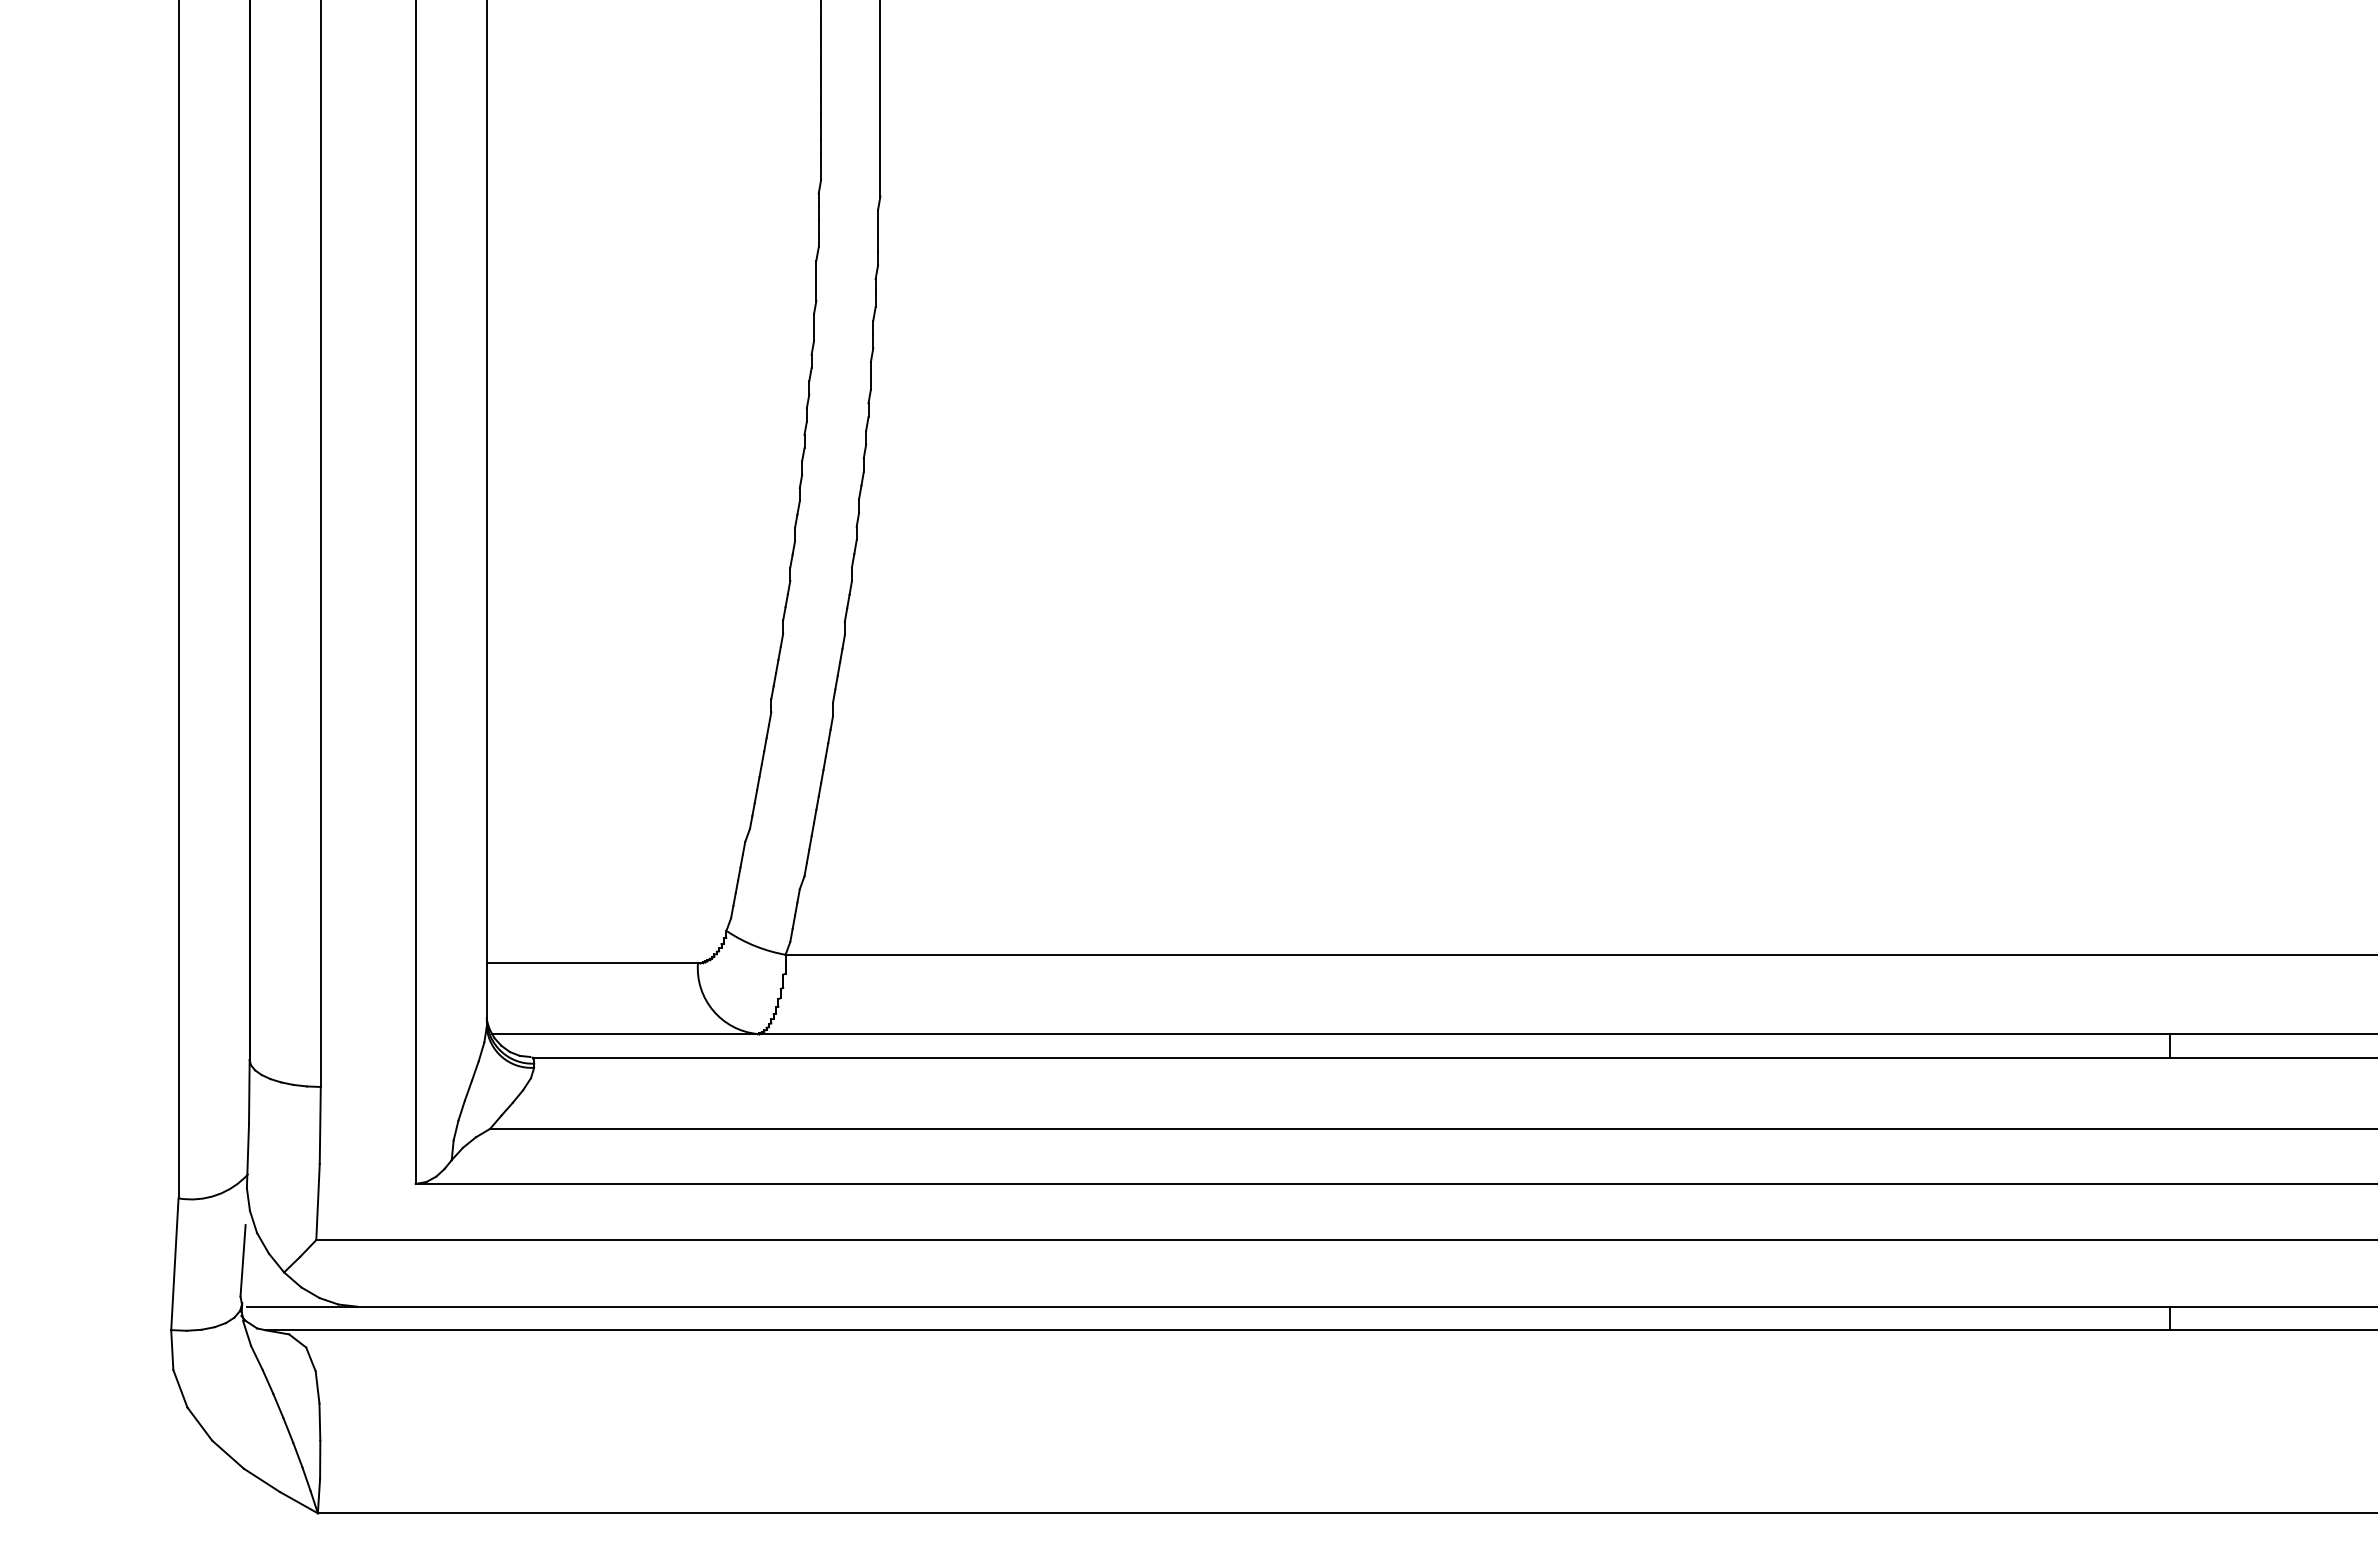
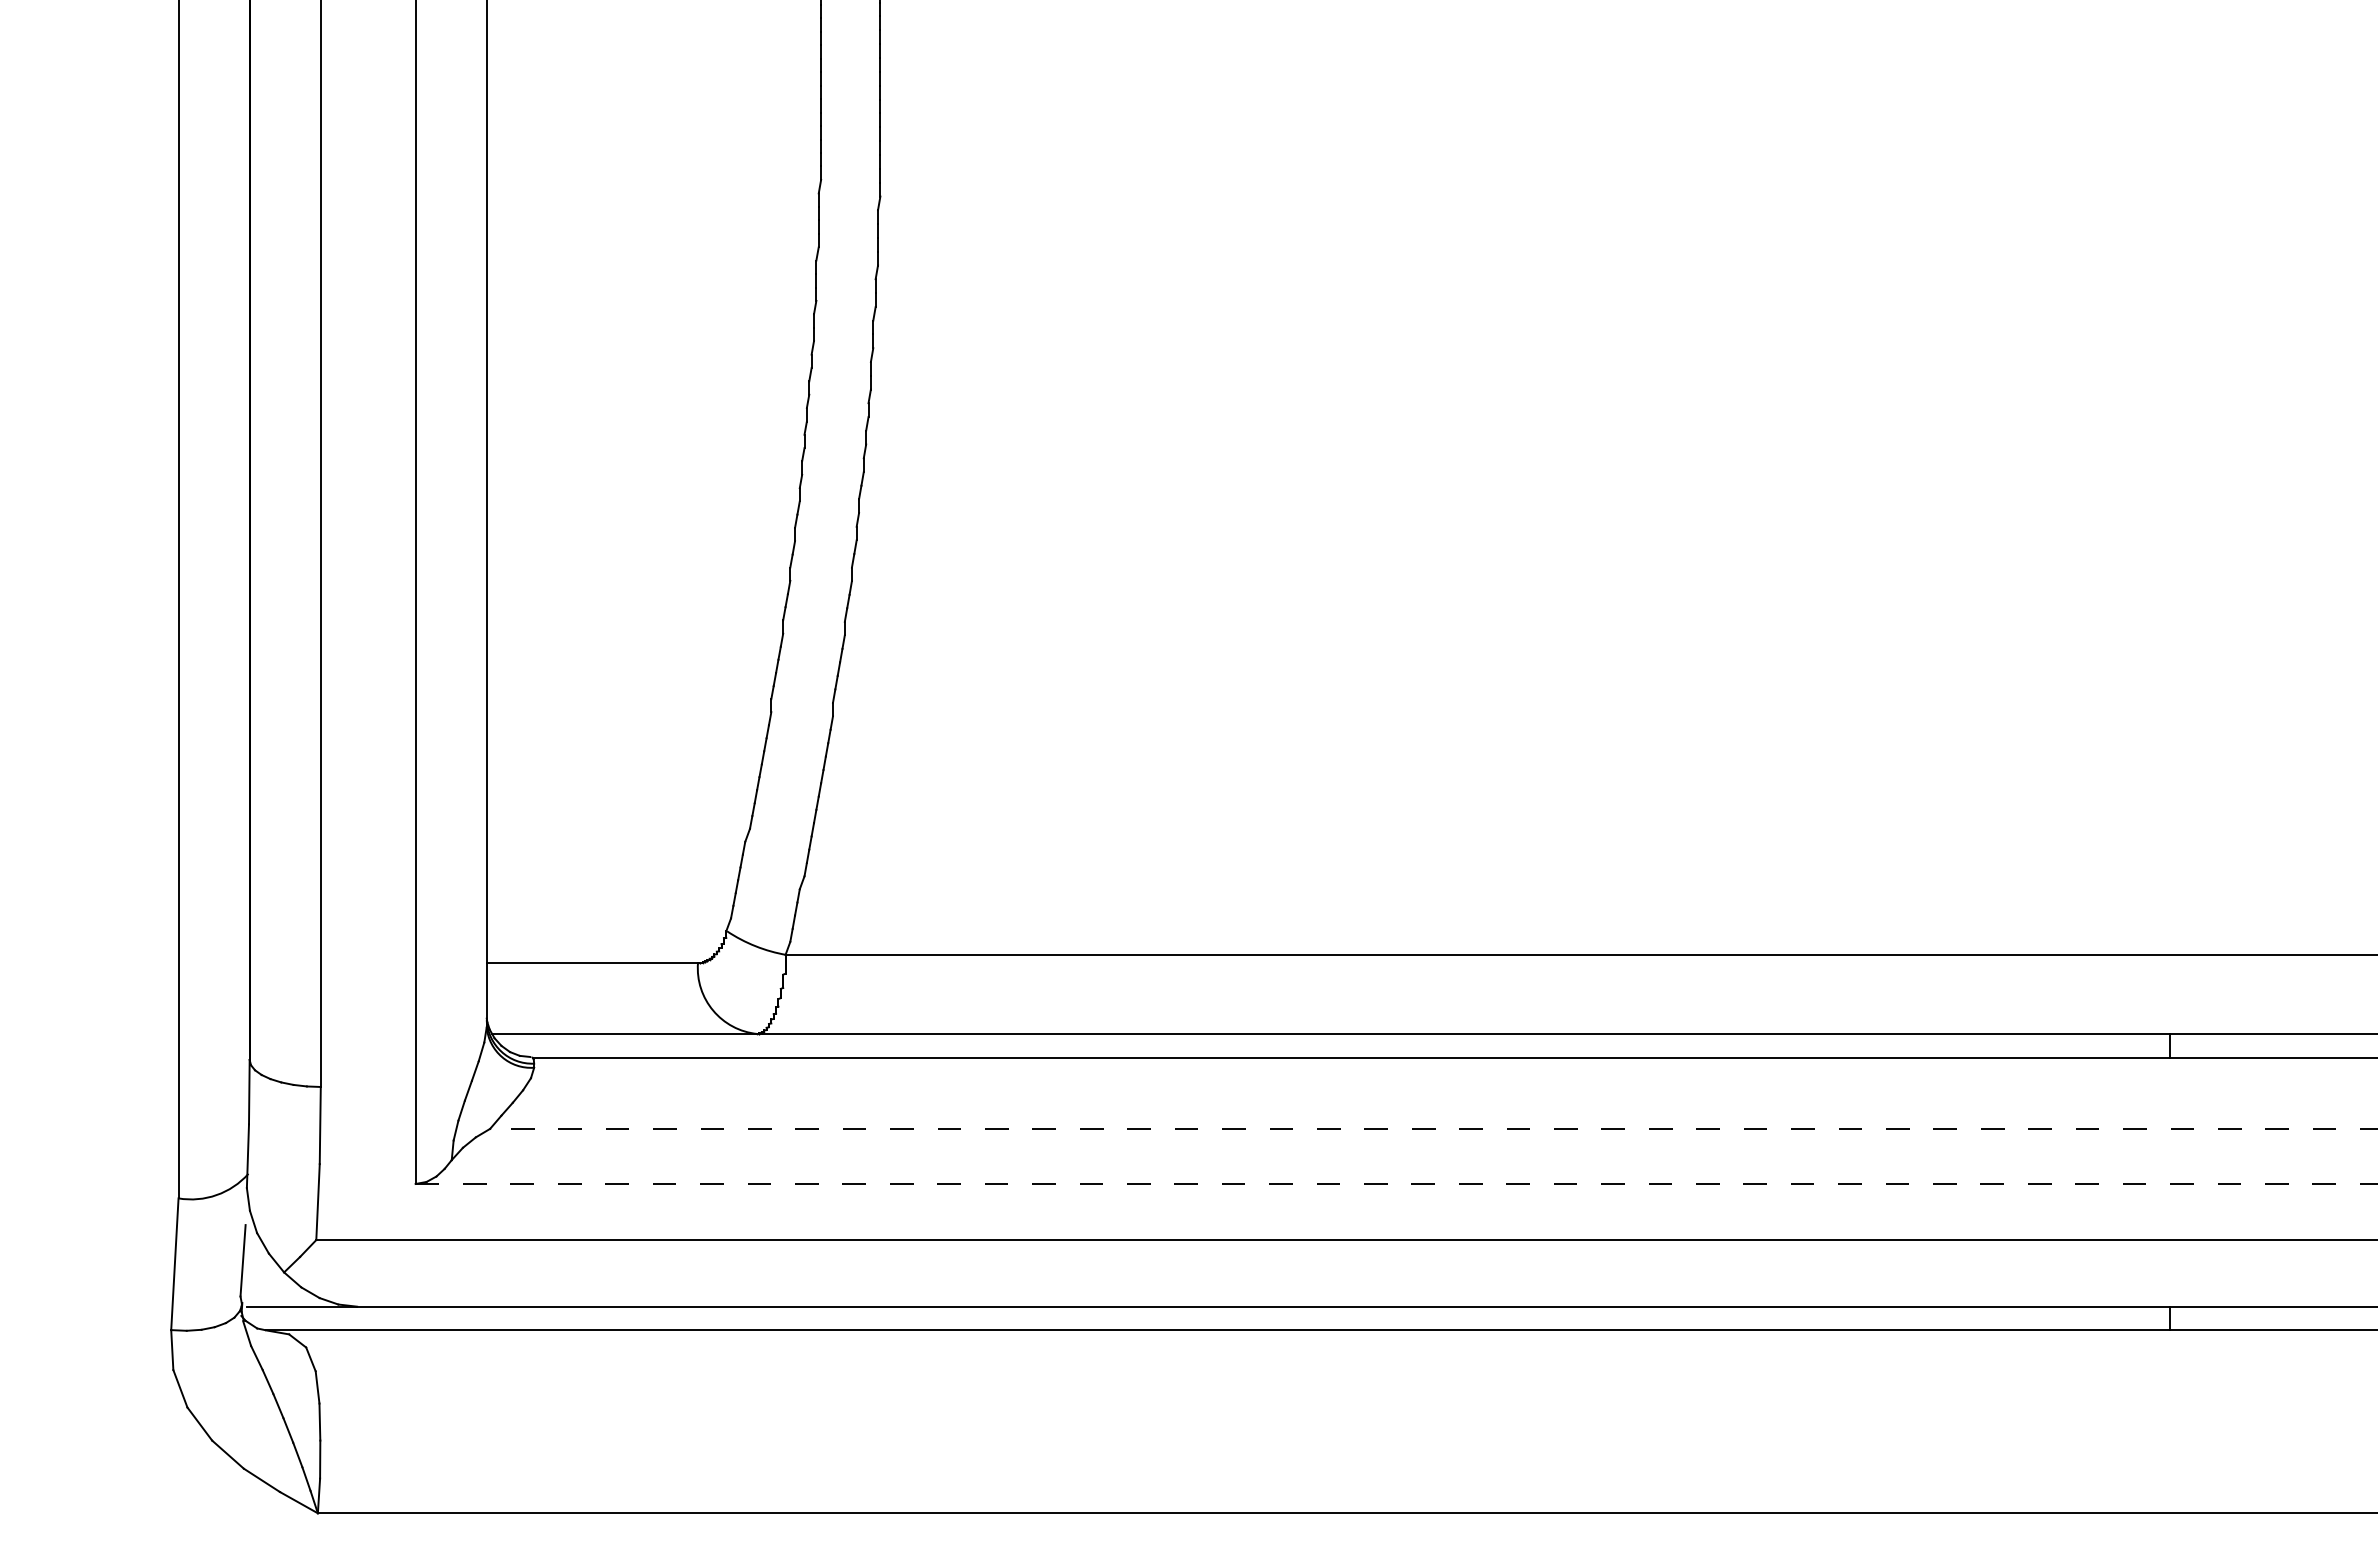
line at (1434, 1128): solid -> dashed
line at (1396, 1184): solid -> dashed
